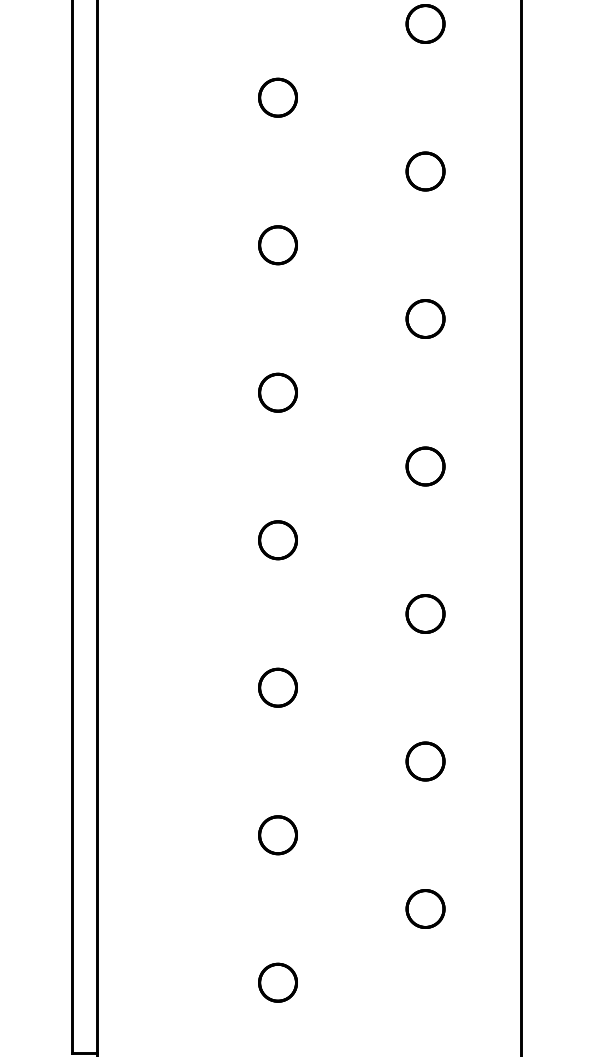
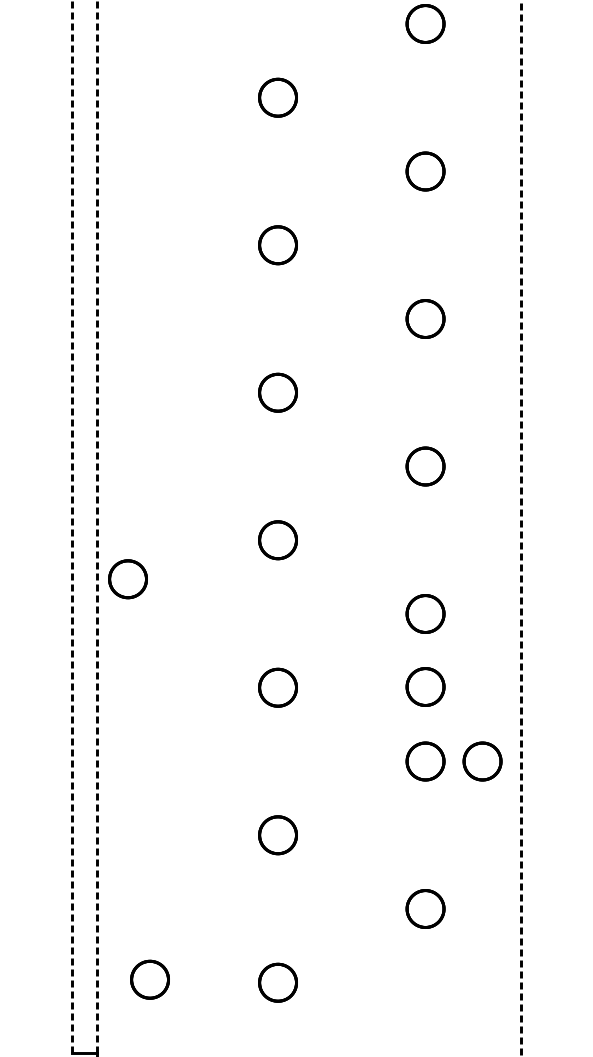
line at (71, 526): solid -> dashed
line at (97, 526): solid -> dashed
line at (521, 528): solid -> dashed
part at (127, 579): none -> present
part at (425, 686): none -> present
part at (482, 761): none -> present
part at (149, 979): none -> present
